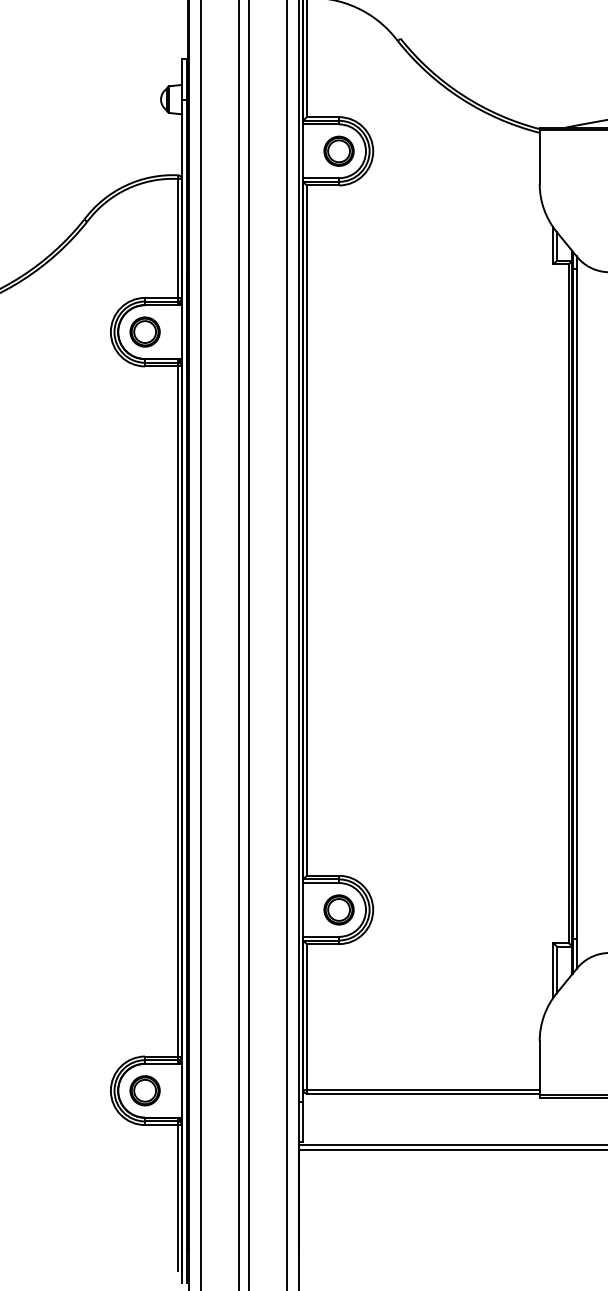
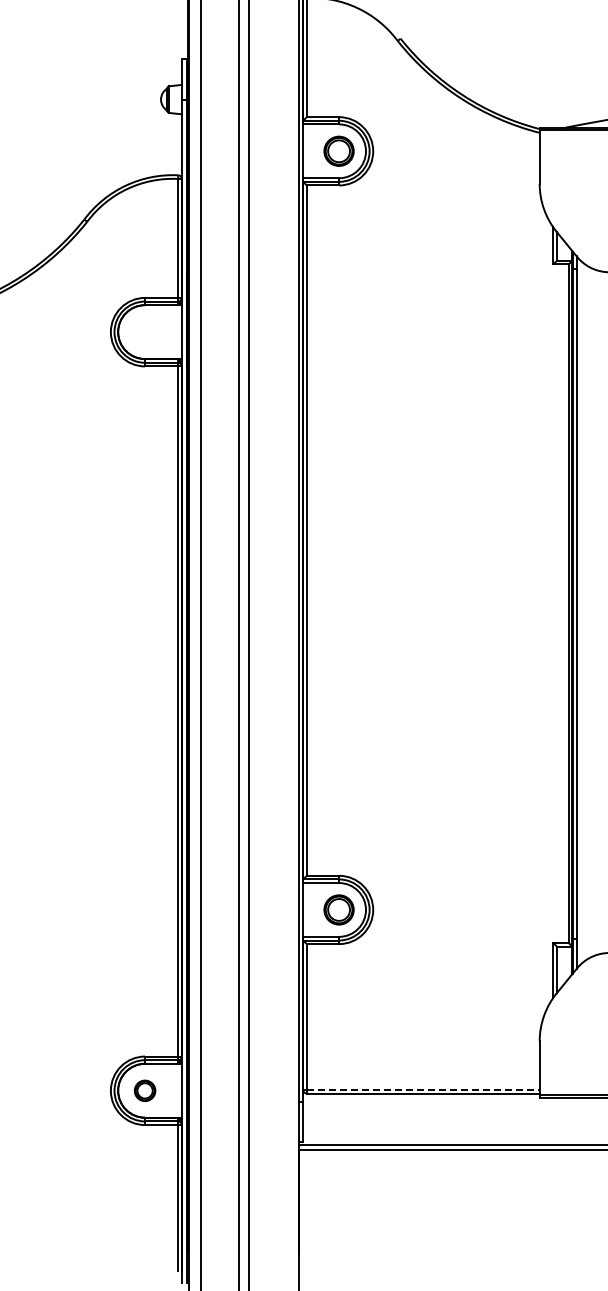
part at (144, 331): present -> none
line at (286, 644): present -> none
line at (423, 1089): solid -> dashed
part at (144, 1090) size: 32x32 px -> 24x23 px
